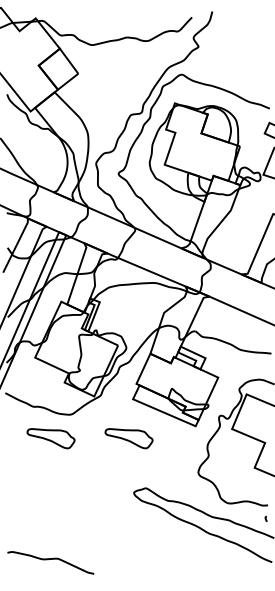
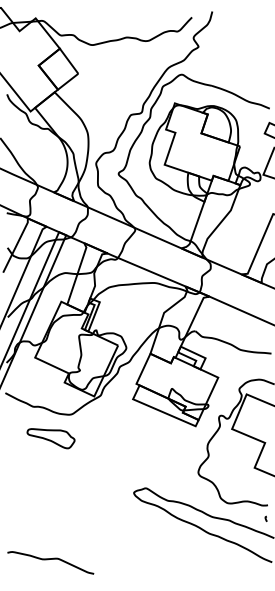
part at (128, 438): present -> none
